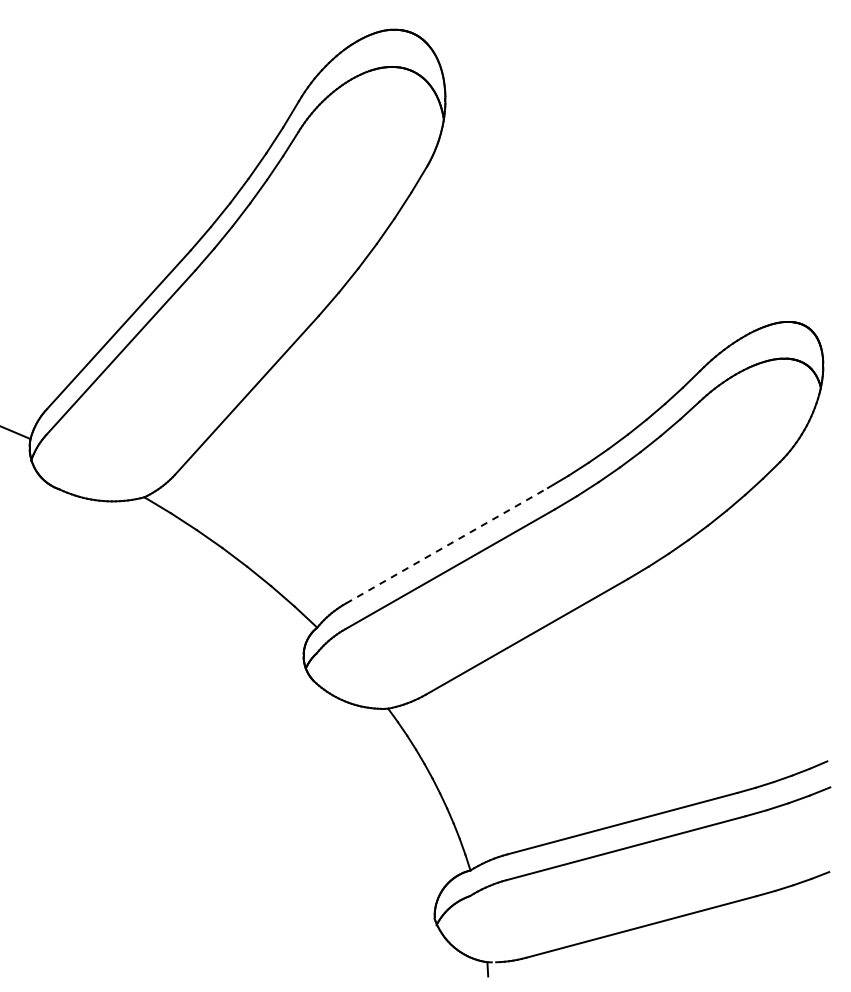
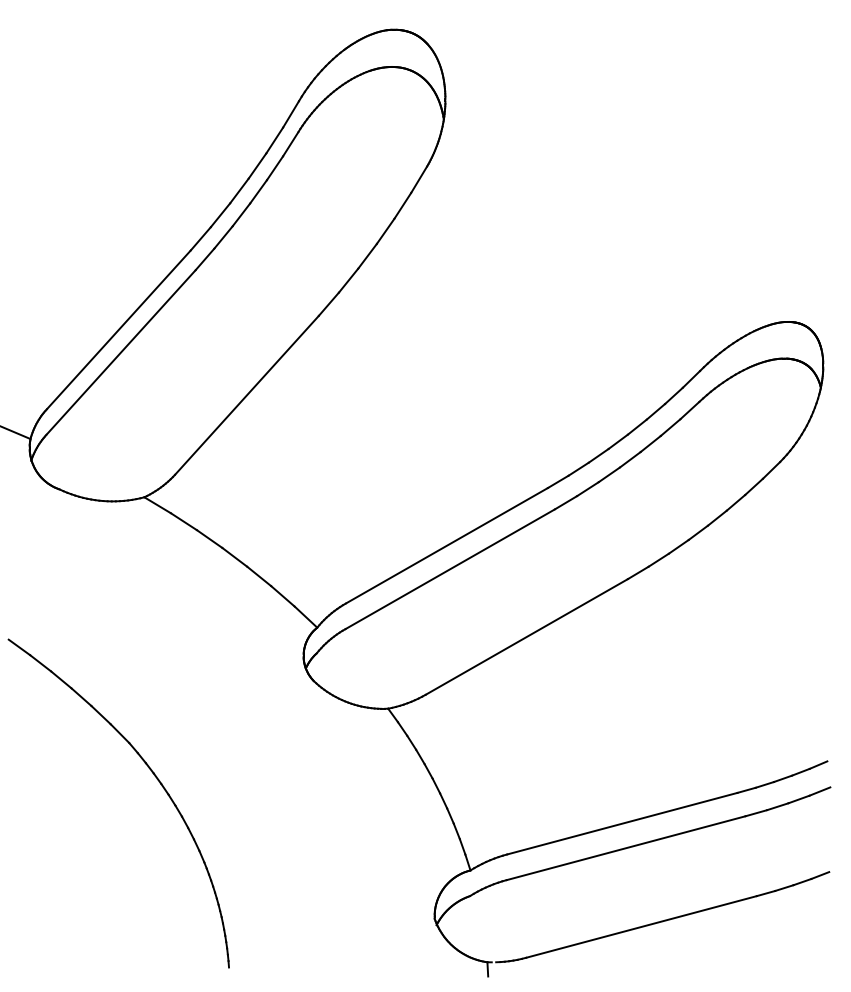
line at (447, 545): dashed -> solid
part at (156, 779): none -> present
